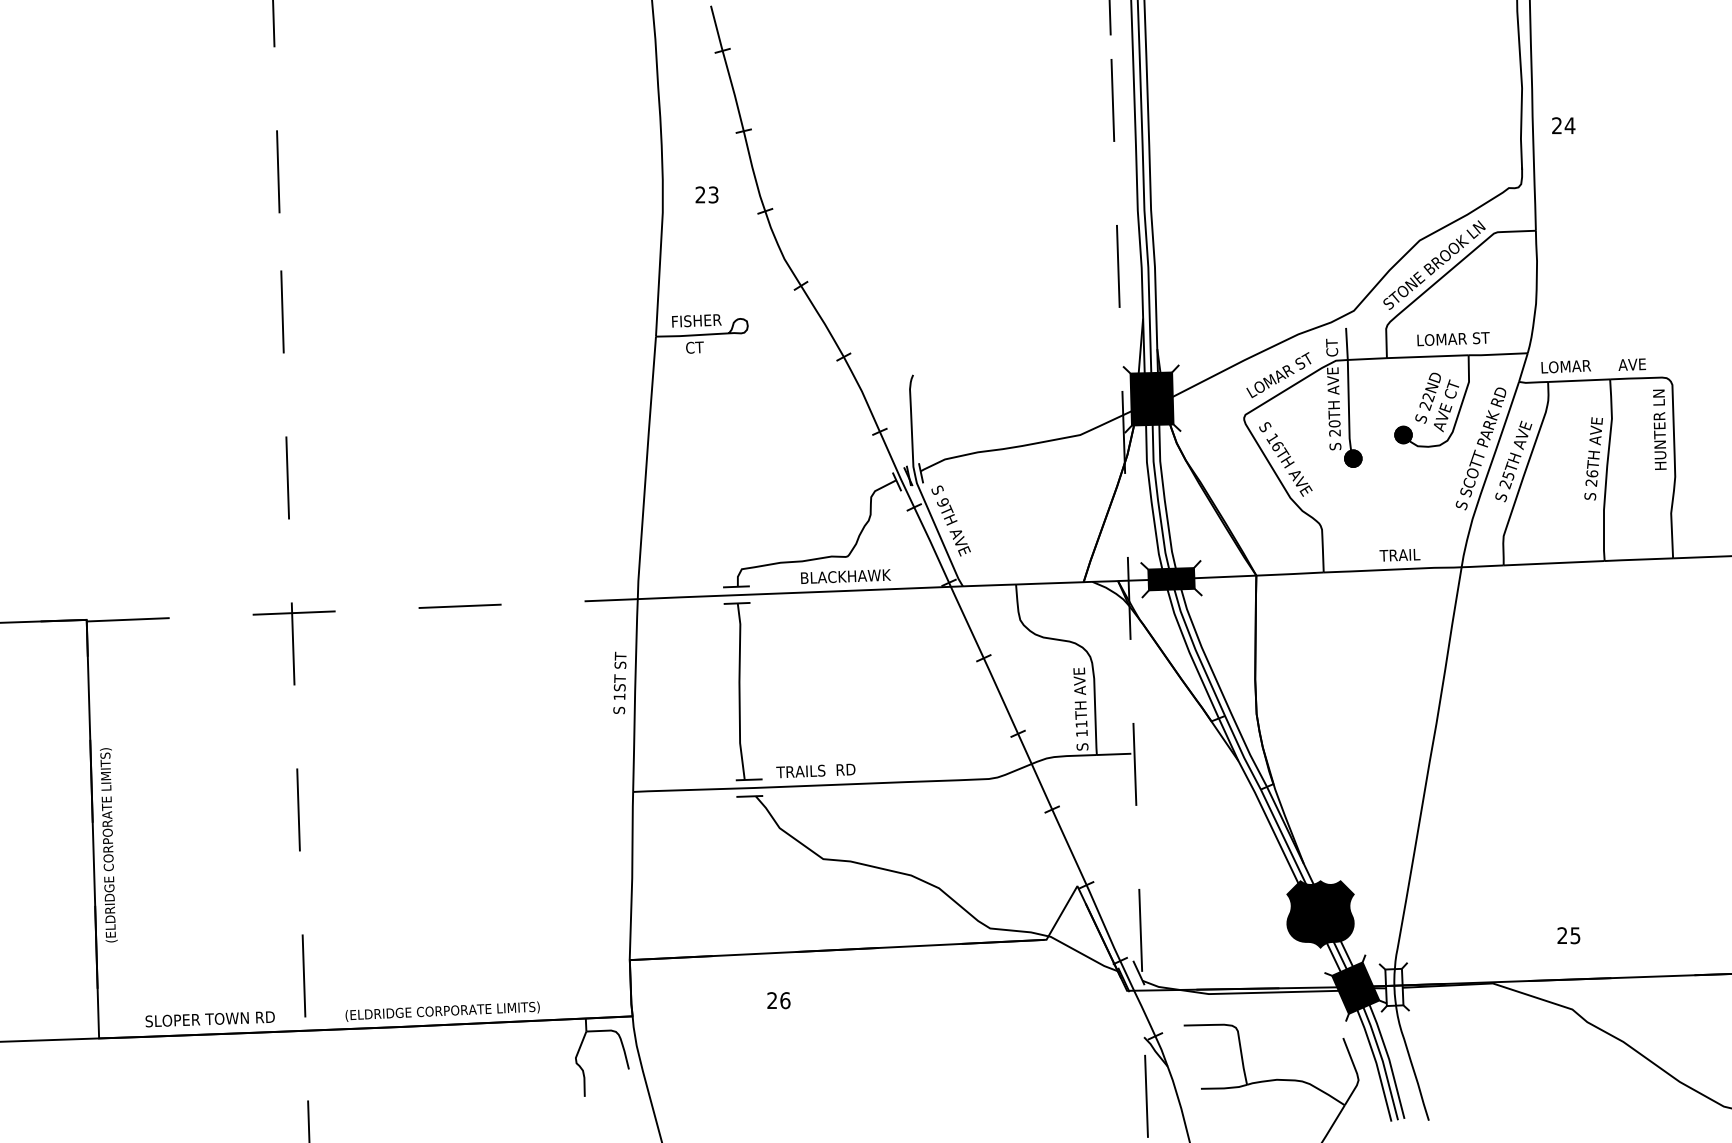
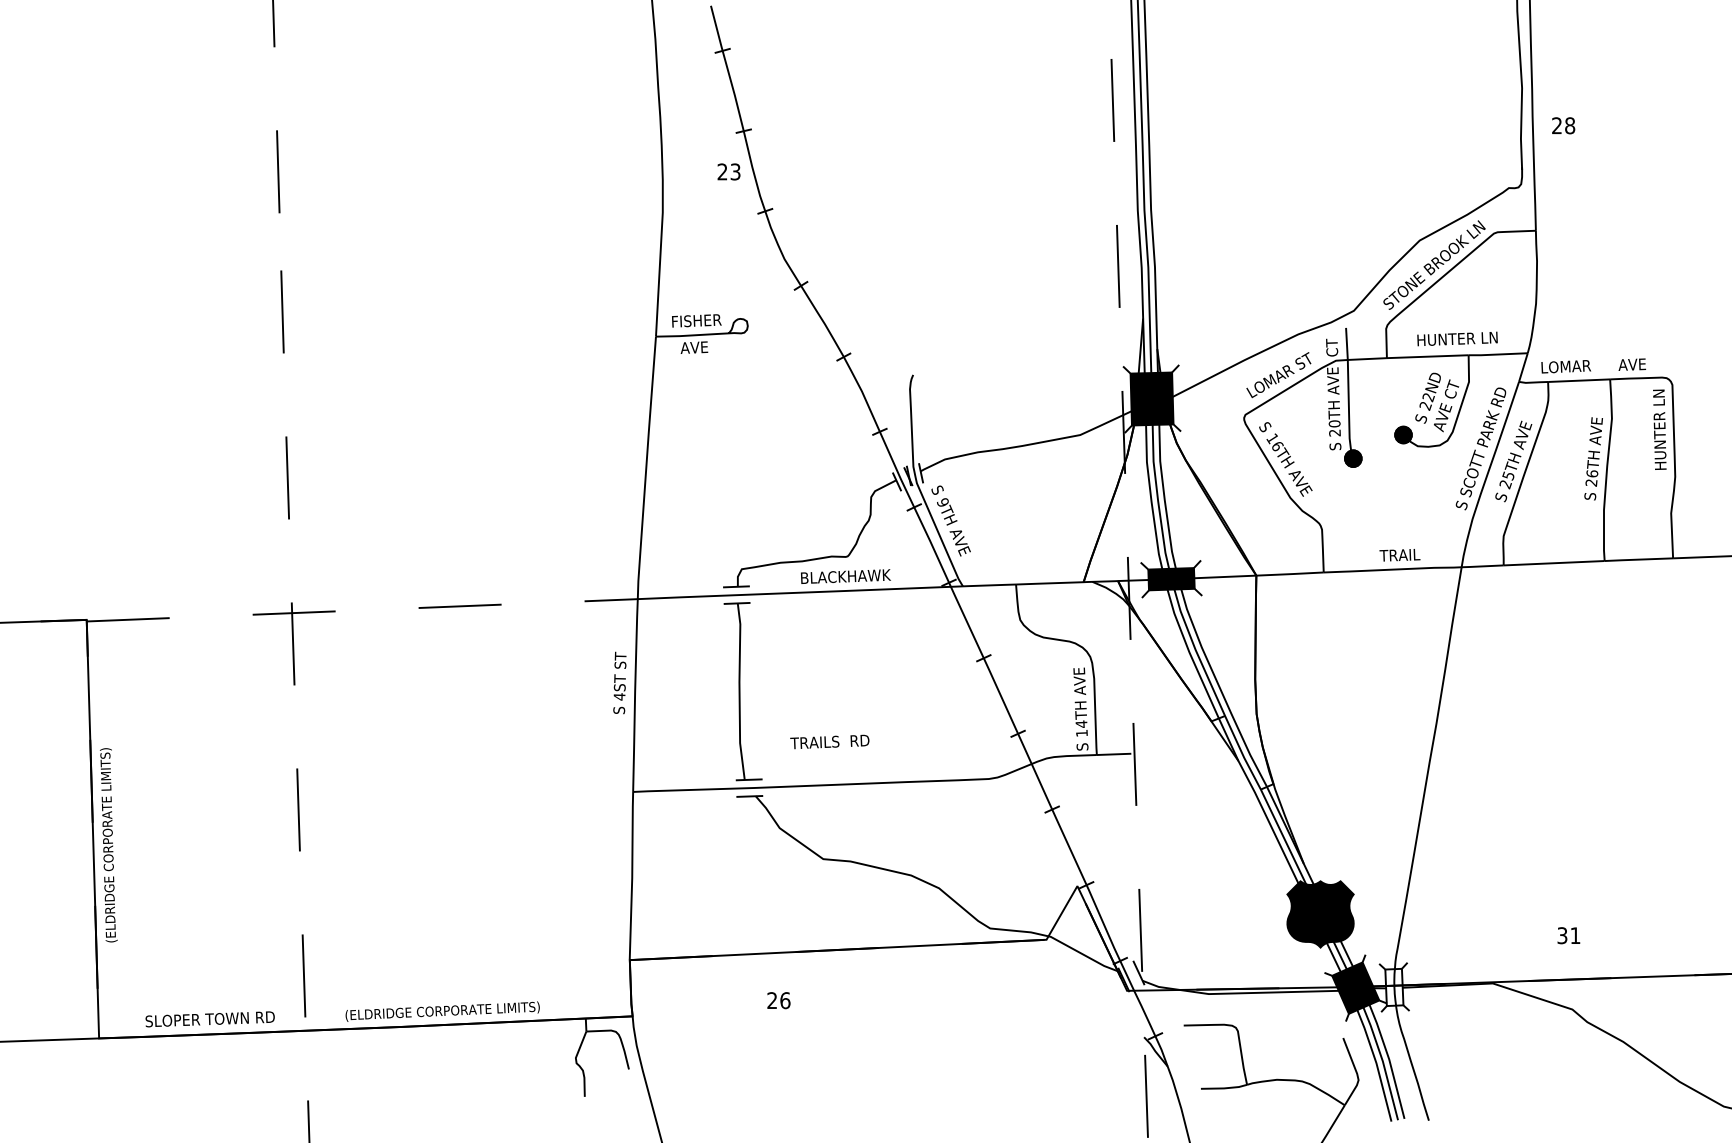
line at (1109, 18): present -> none
text at (1569, 125): 24 -> 28
text at (706, 194) position: (706, 194) -> (728, 171)
text at (1457, 338): LOMAR ST -> HUNTER LN
text at (694, 347): CT -> AVE
text at (619, 696): 1ST -> 4ST
text at (1081, 723): 11TH -> 14TH
text at (815, 770) position: (815, 770) -> (829, 741)
text at (1568, 935): 25 -> 31
